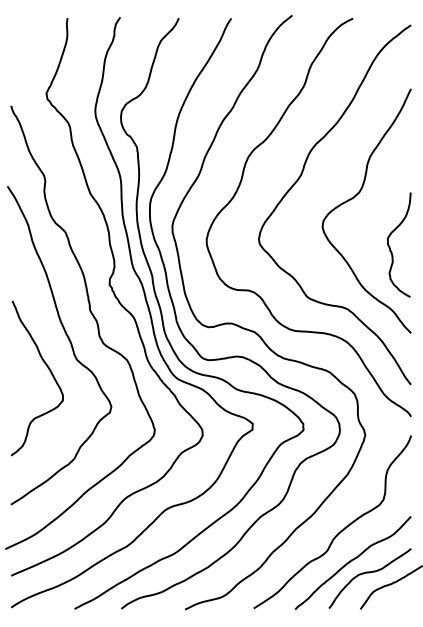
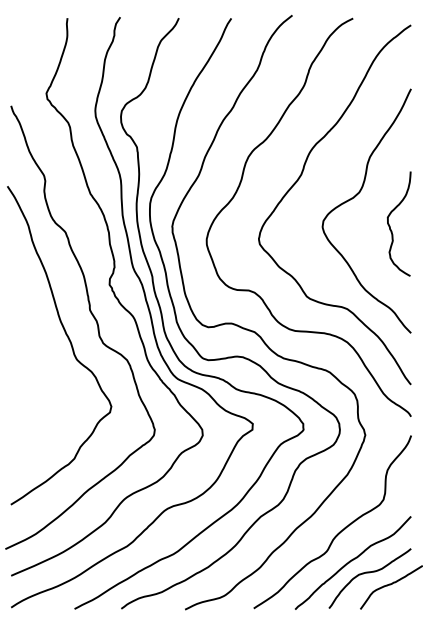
curve at (390, 246) position: (390, 246) -> (390, 225)
curve at (49, 371): present -> none
